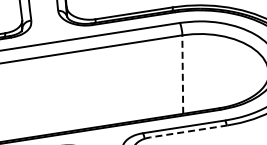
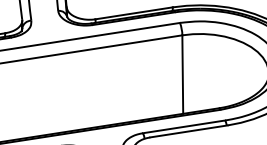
line at (182, 74): dashed -> solid
line at (188, 131): dashed -> solid
